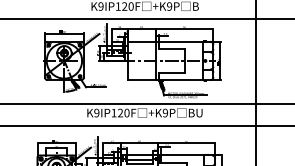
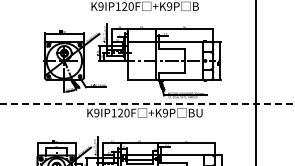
line at (146, 19): present -> none
line at (147, 104): solid -> dashed
line at (146, 125): present -> none
